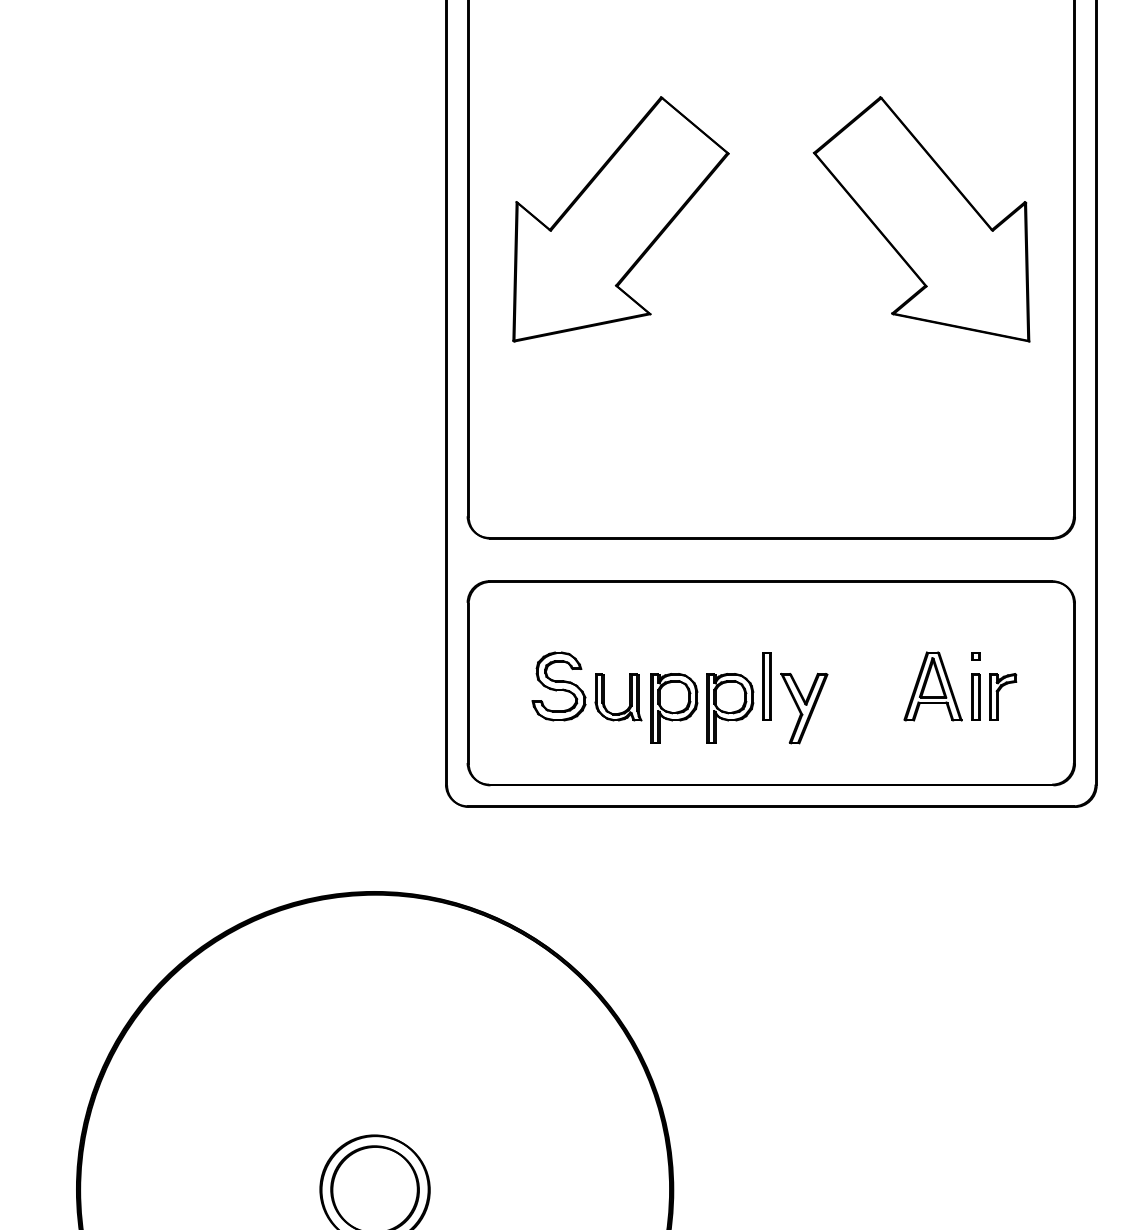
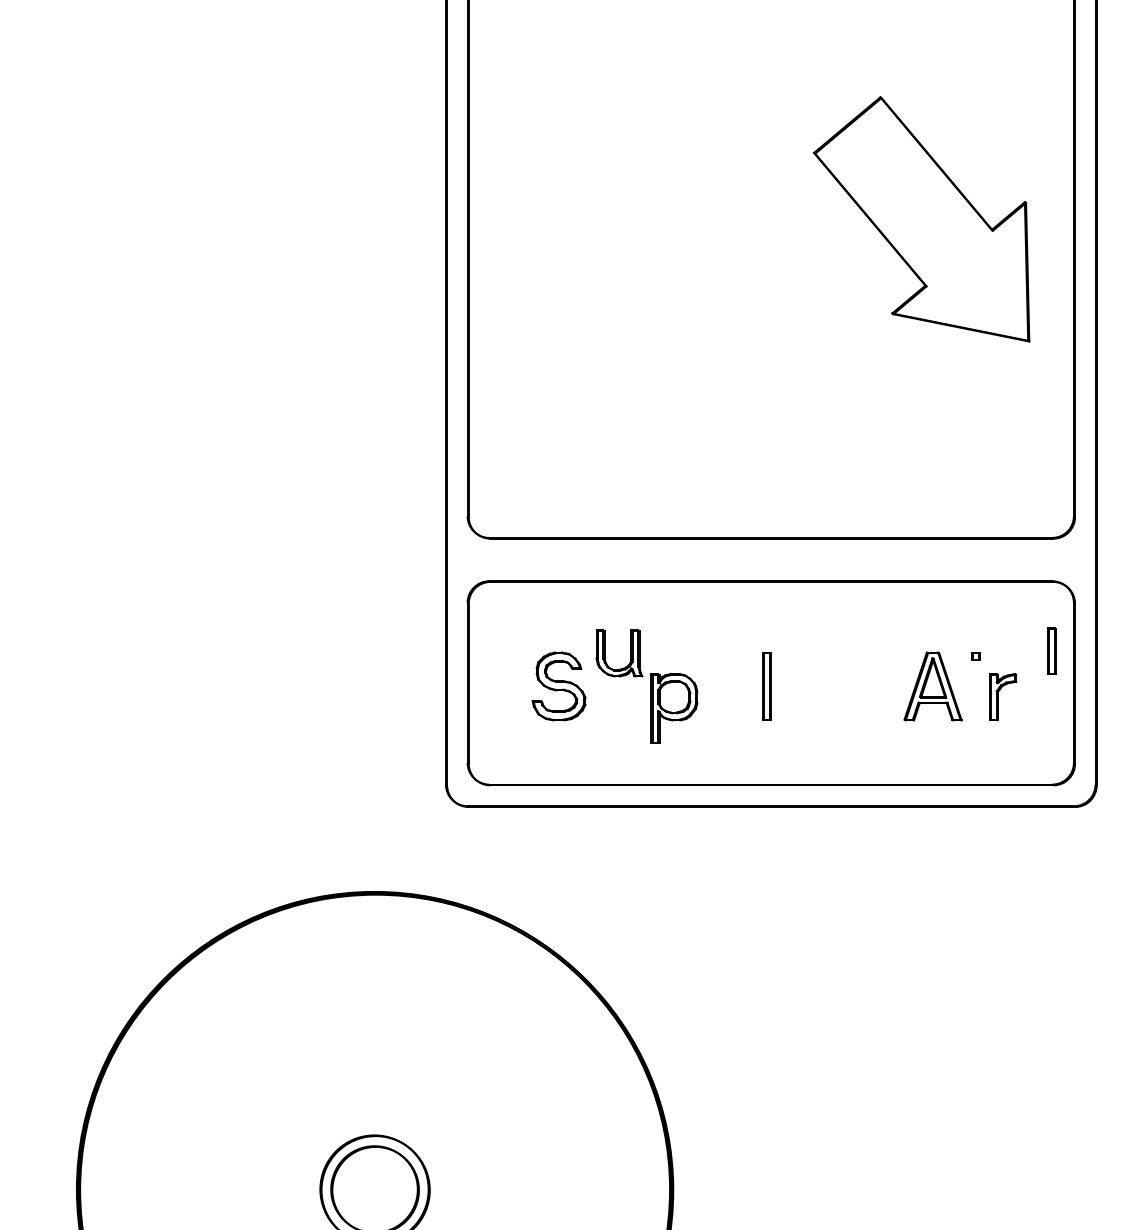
part at (620, 219): present -> none
part at (975, 696) position: (975, 696) -> (1051, 650)
part at (629, 697) position: (629, 697) -> (630, 653)
part at (730, 708): present -> none
part at (804, 708): present -> none
